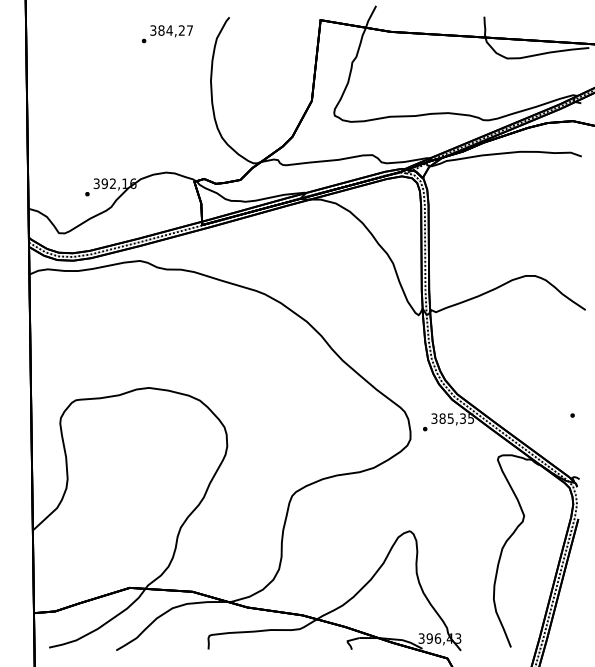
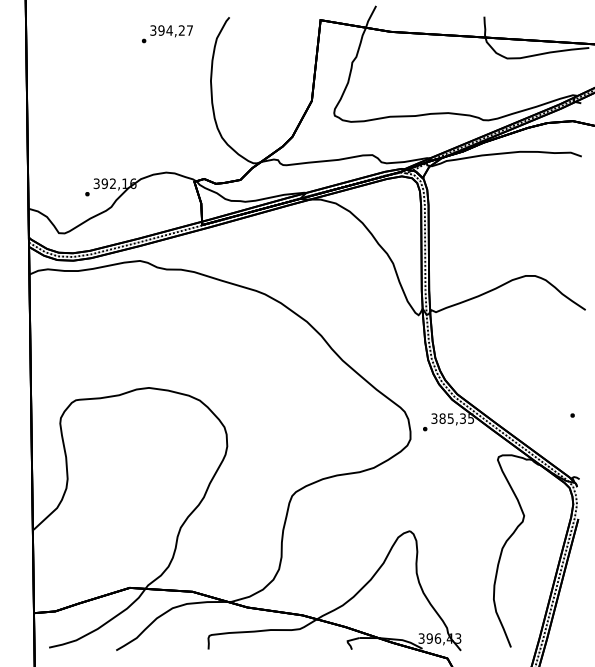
text at (161, 30): 384,27 -> 394,27
